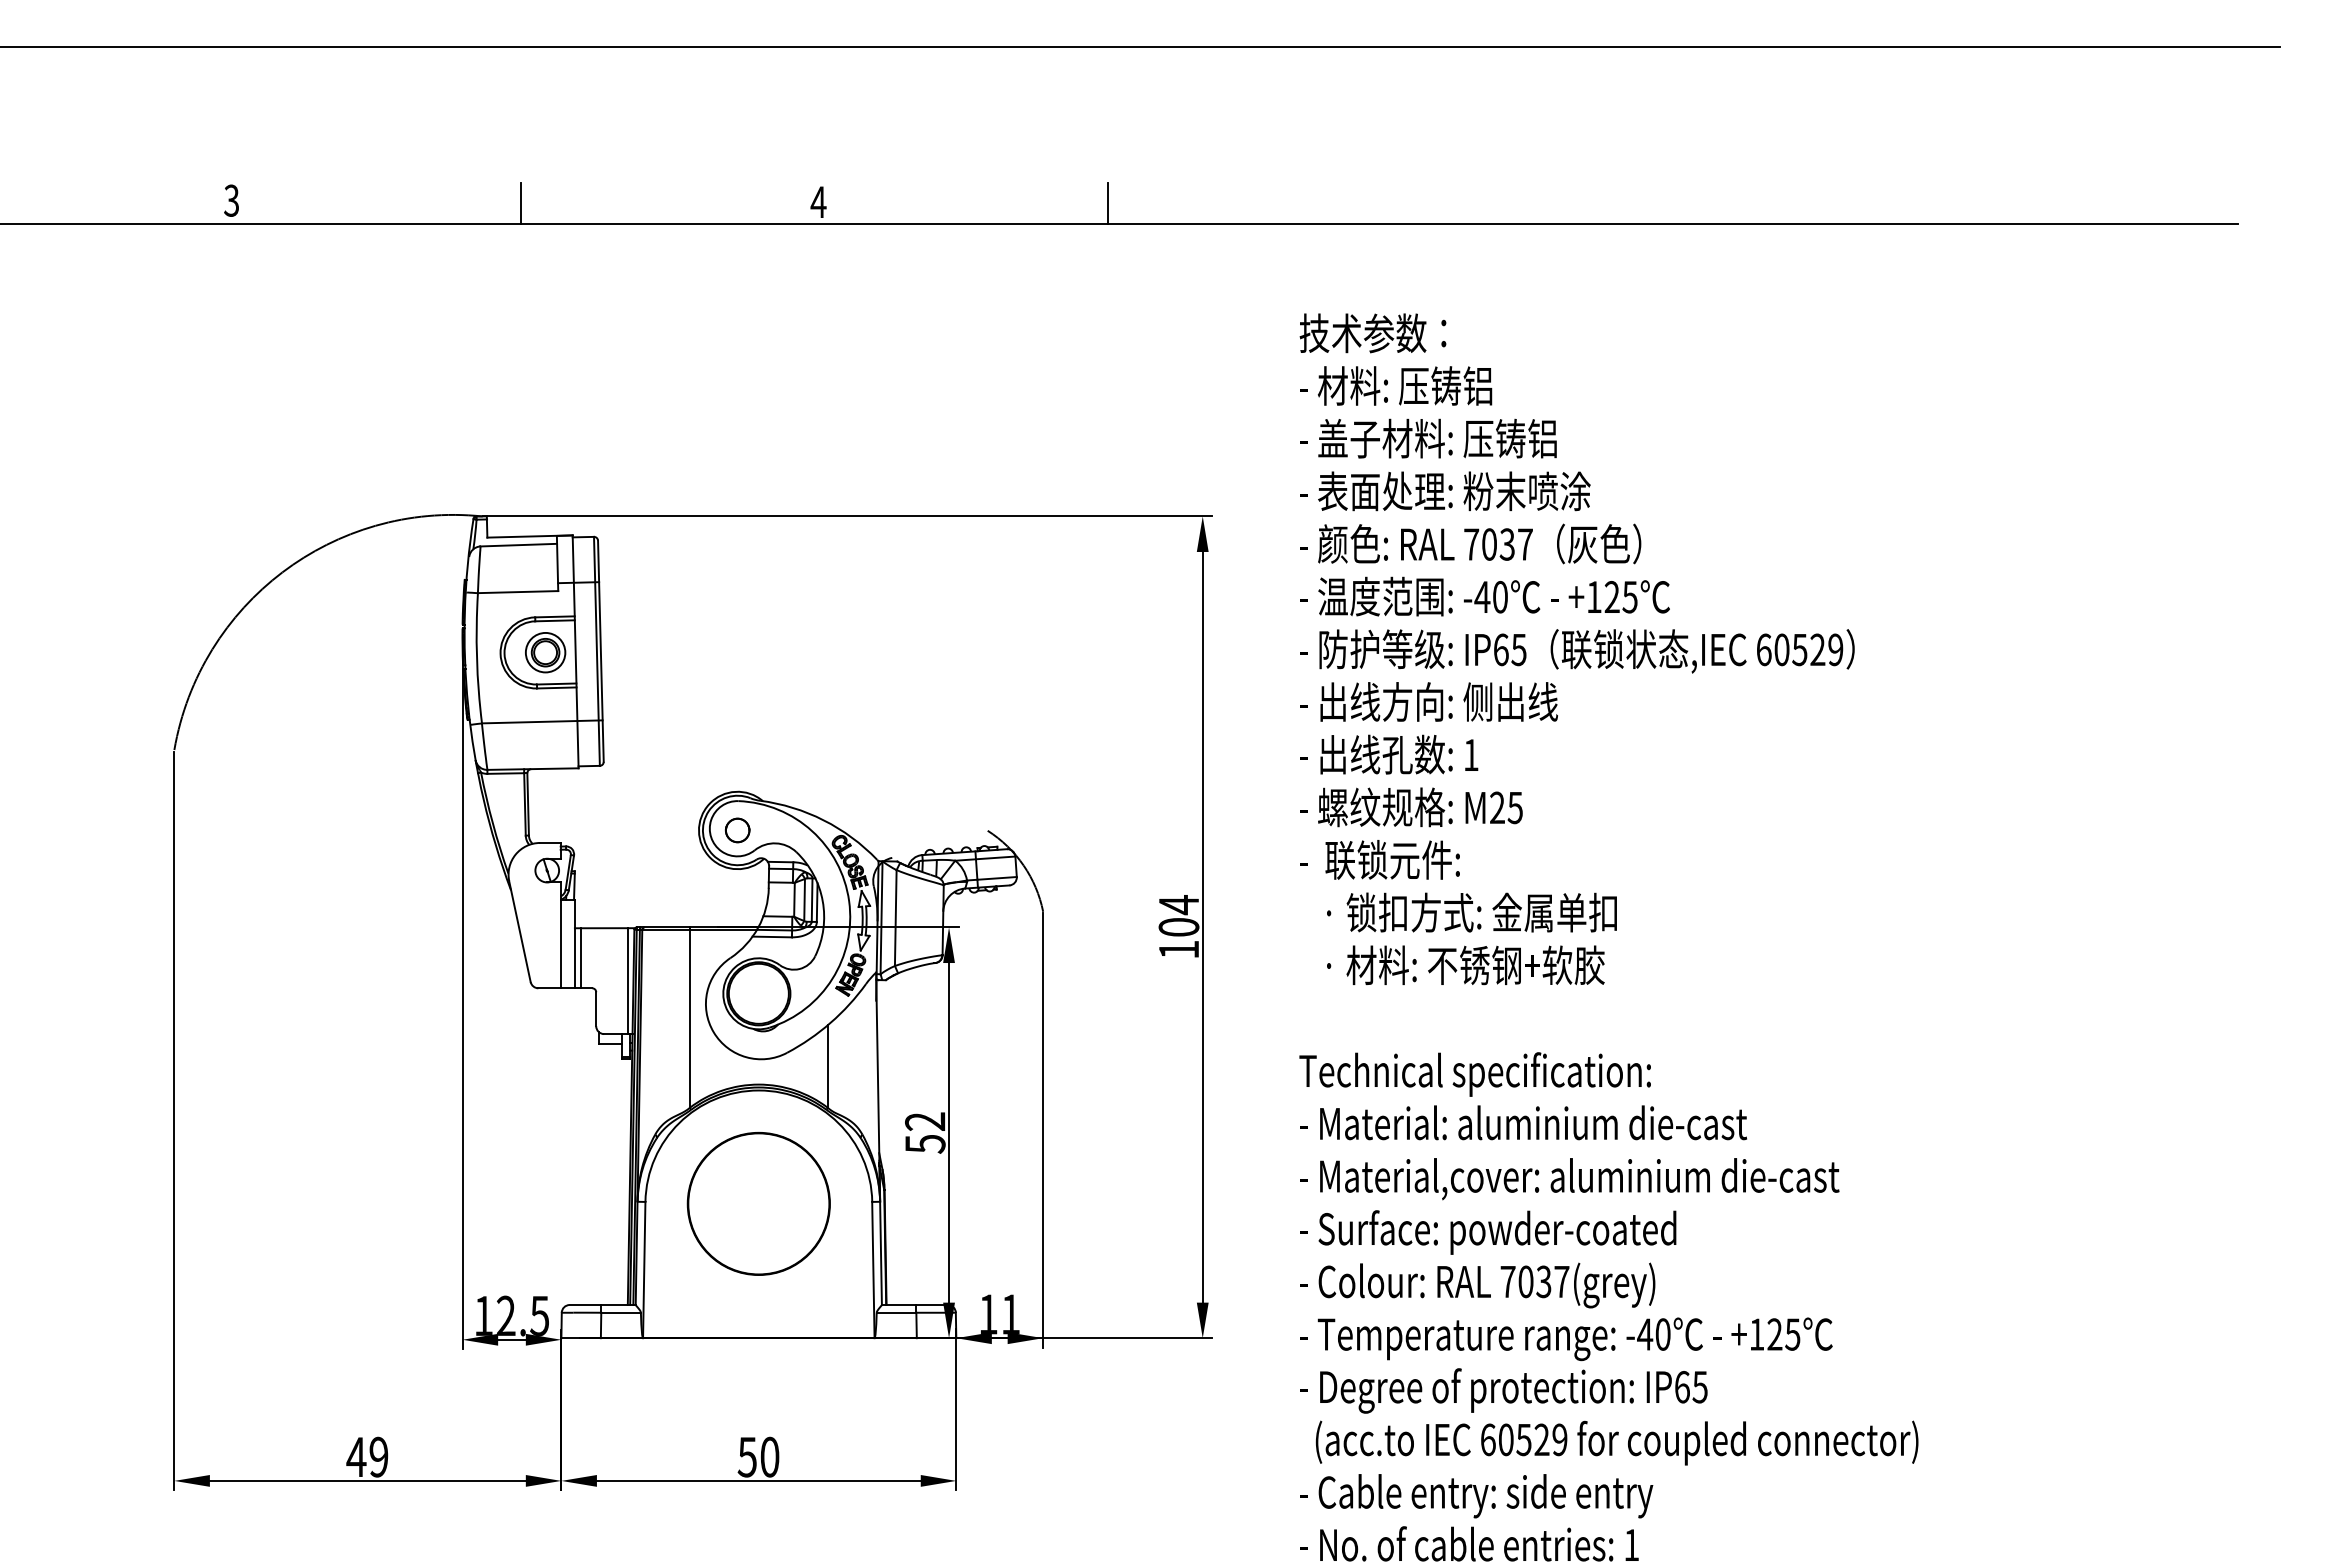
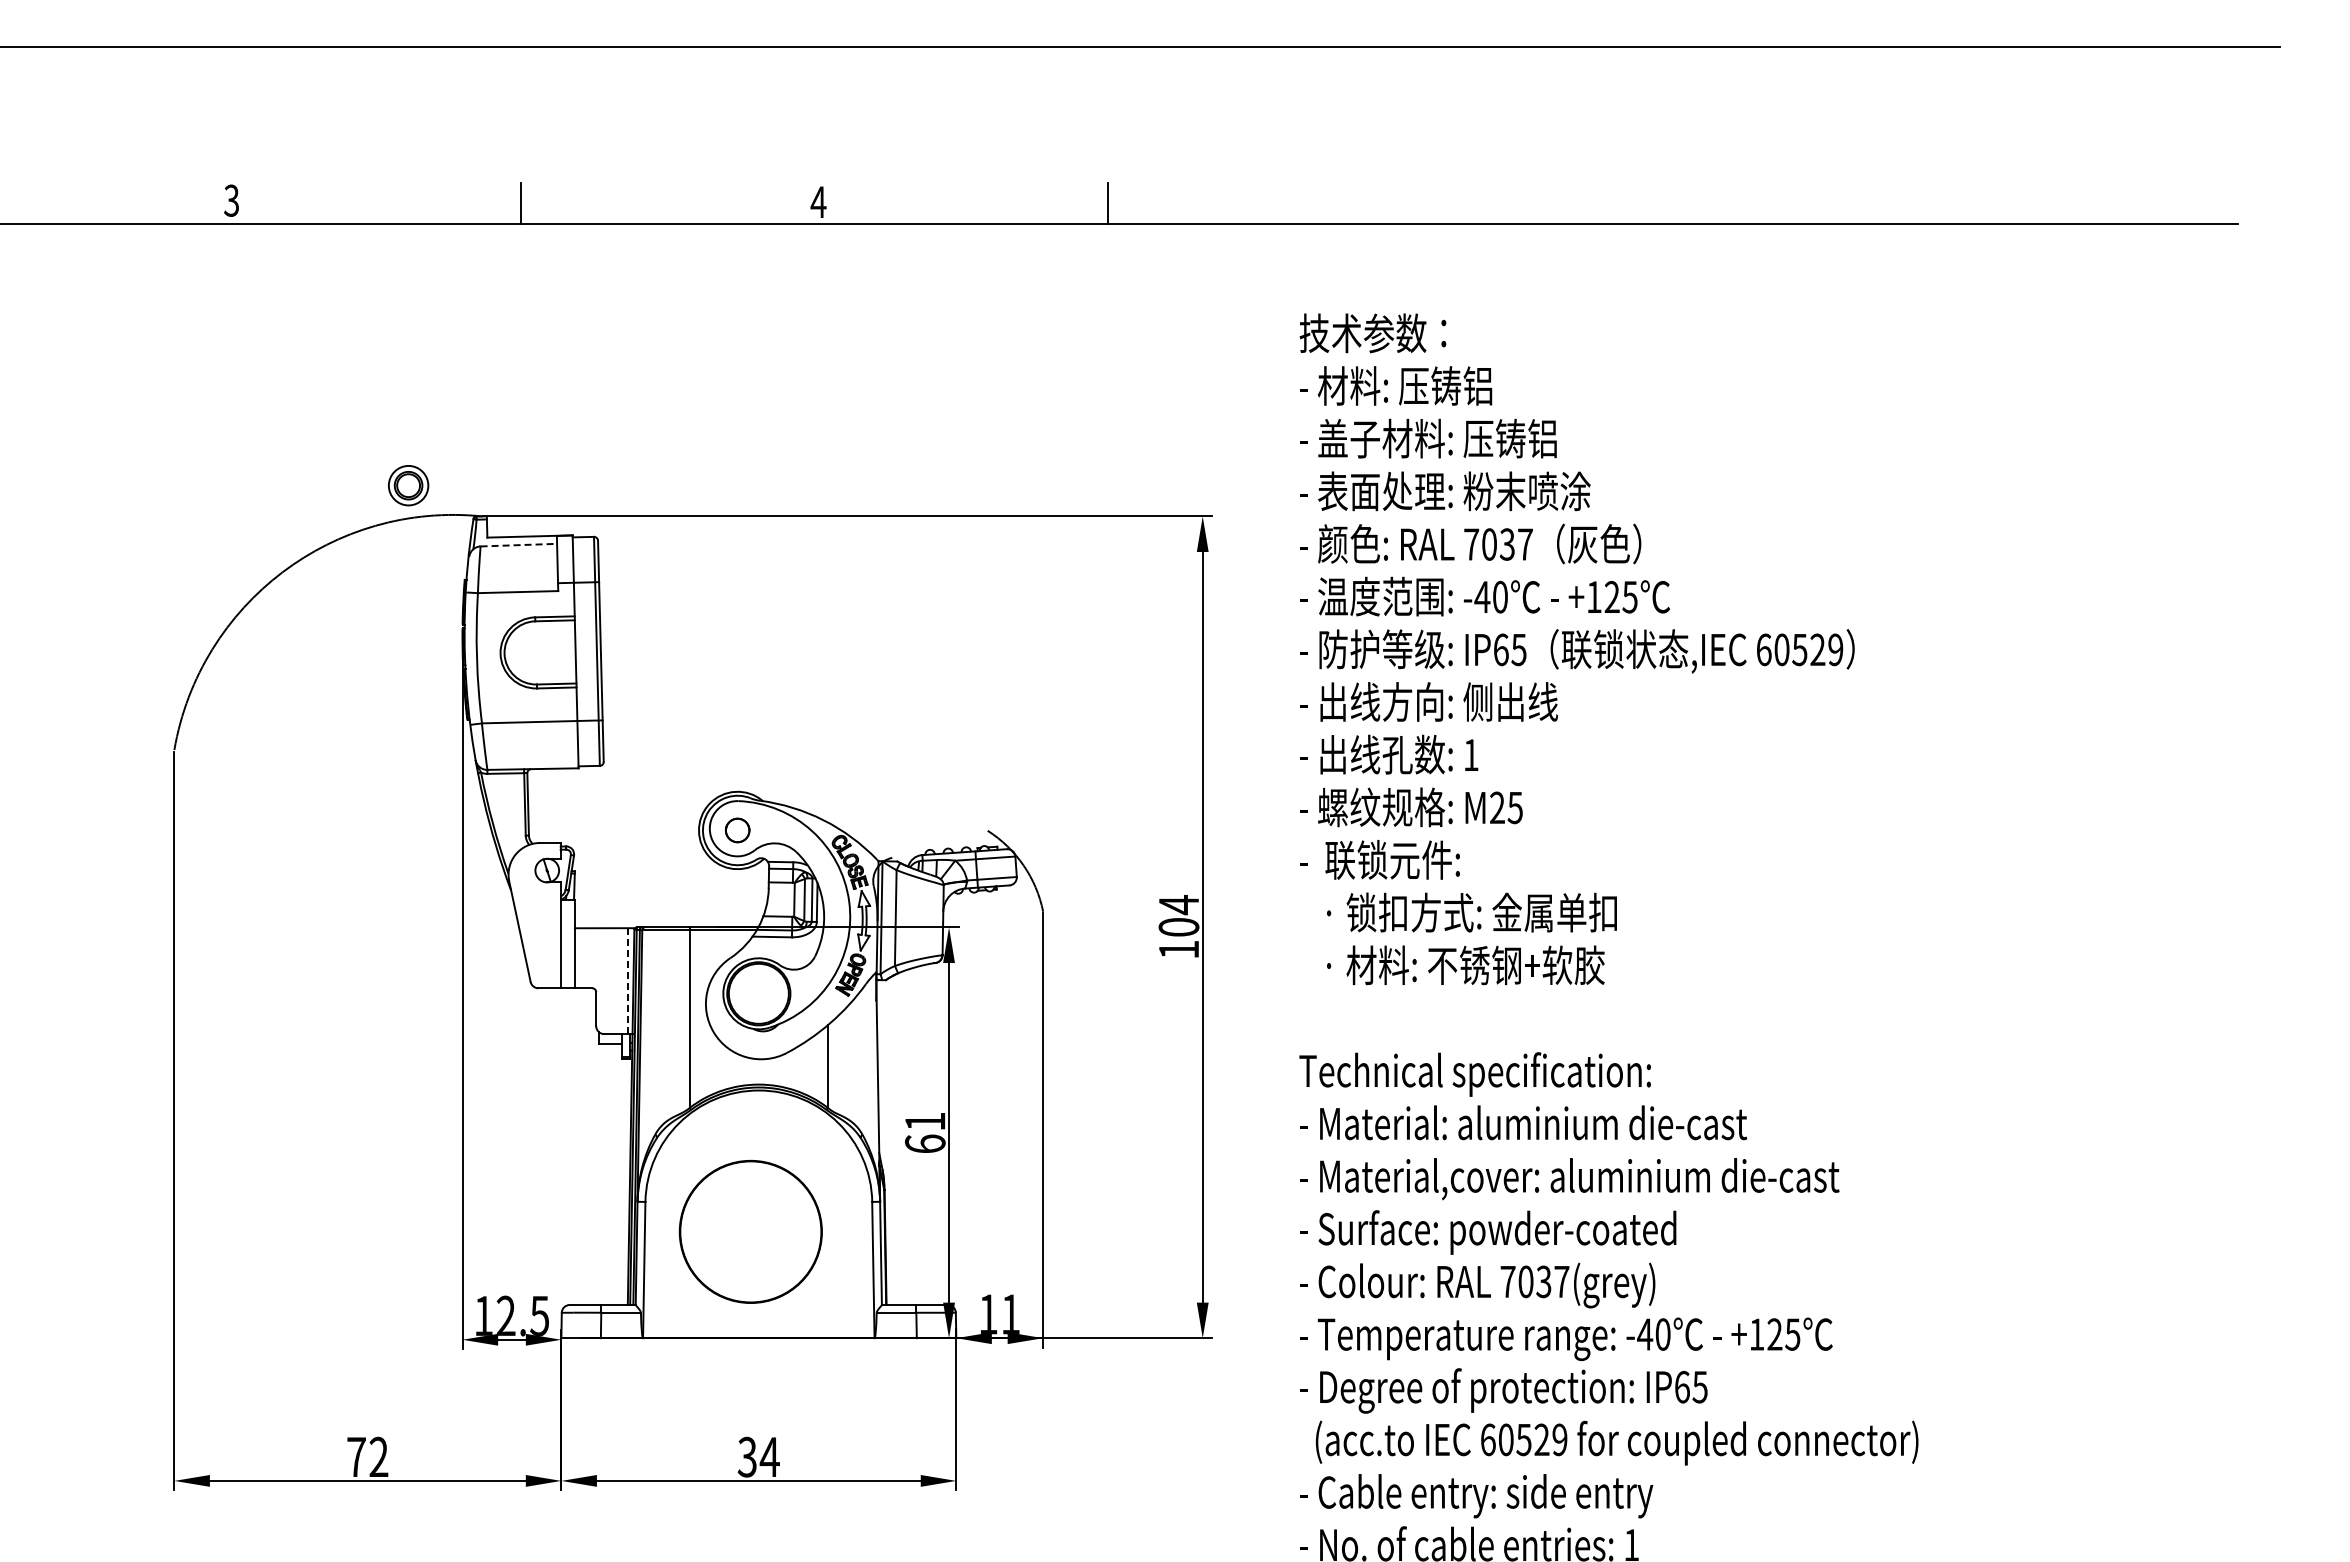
line at (519, 545): solid -> dashed
part at (545, 652) position: (545, 652) -> (408, 485)
line at (581, 958): present -> none
line at (627, 981): solid -> dashed
text at (925, 1132): 52 -> 61
circle at (758, 1203) position: (758, 1203) -> (750, 1231)
text at (758, 1456): 50 -> 34
text at (367, 1457): 49 -> 72
